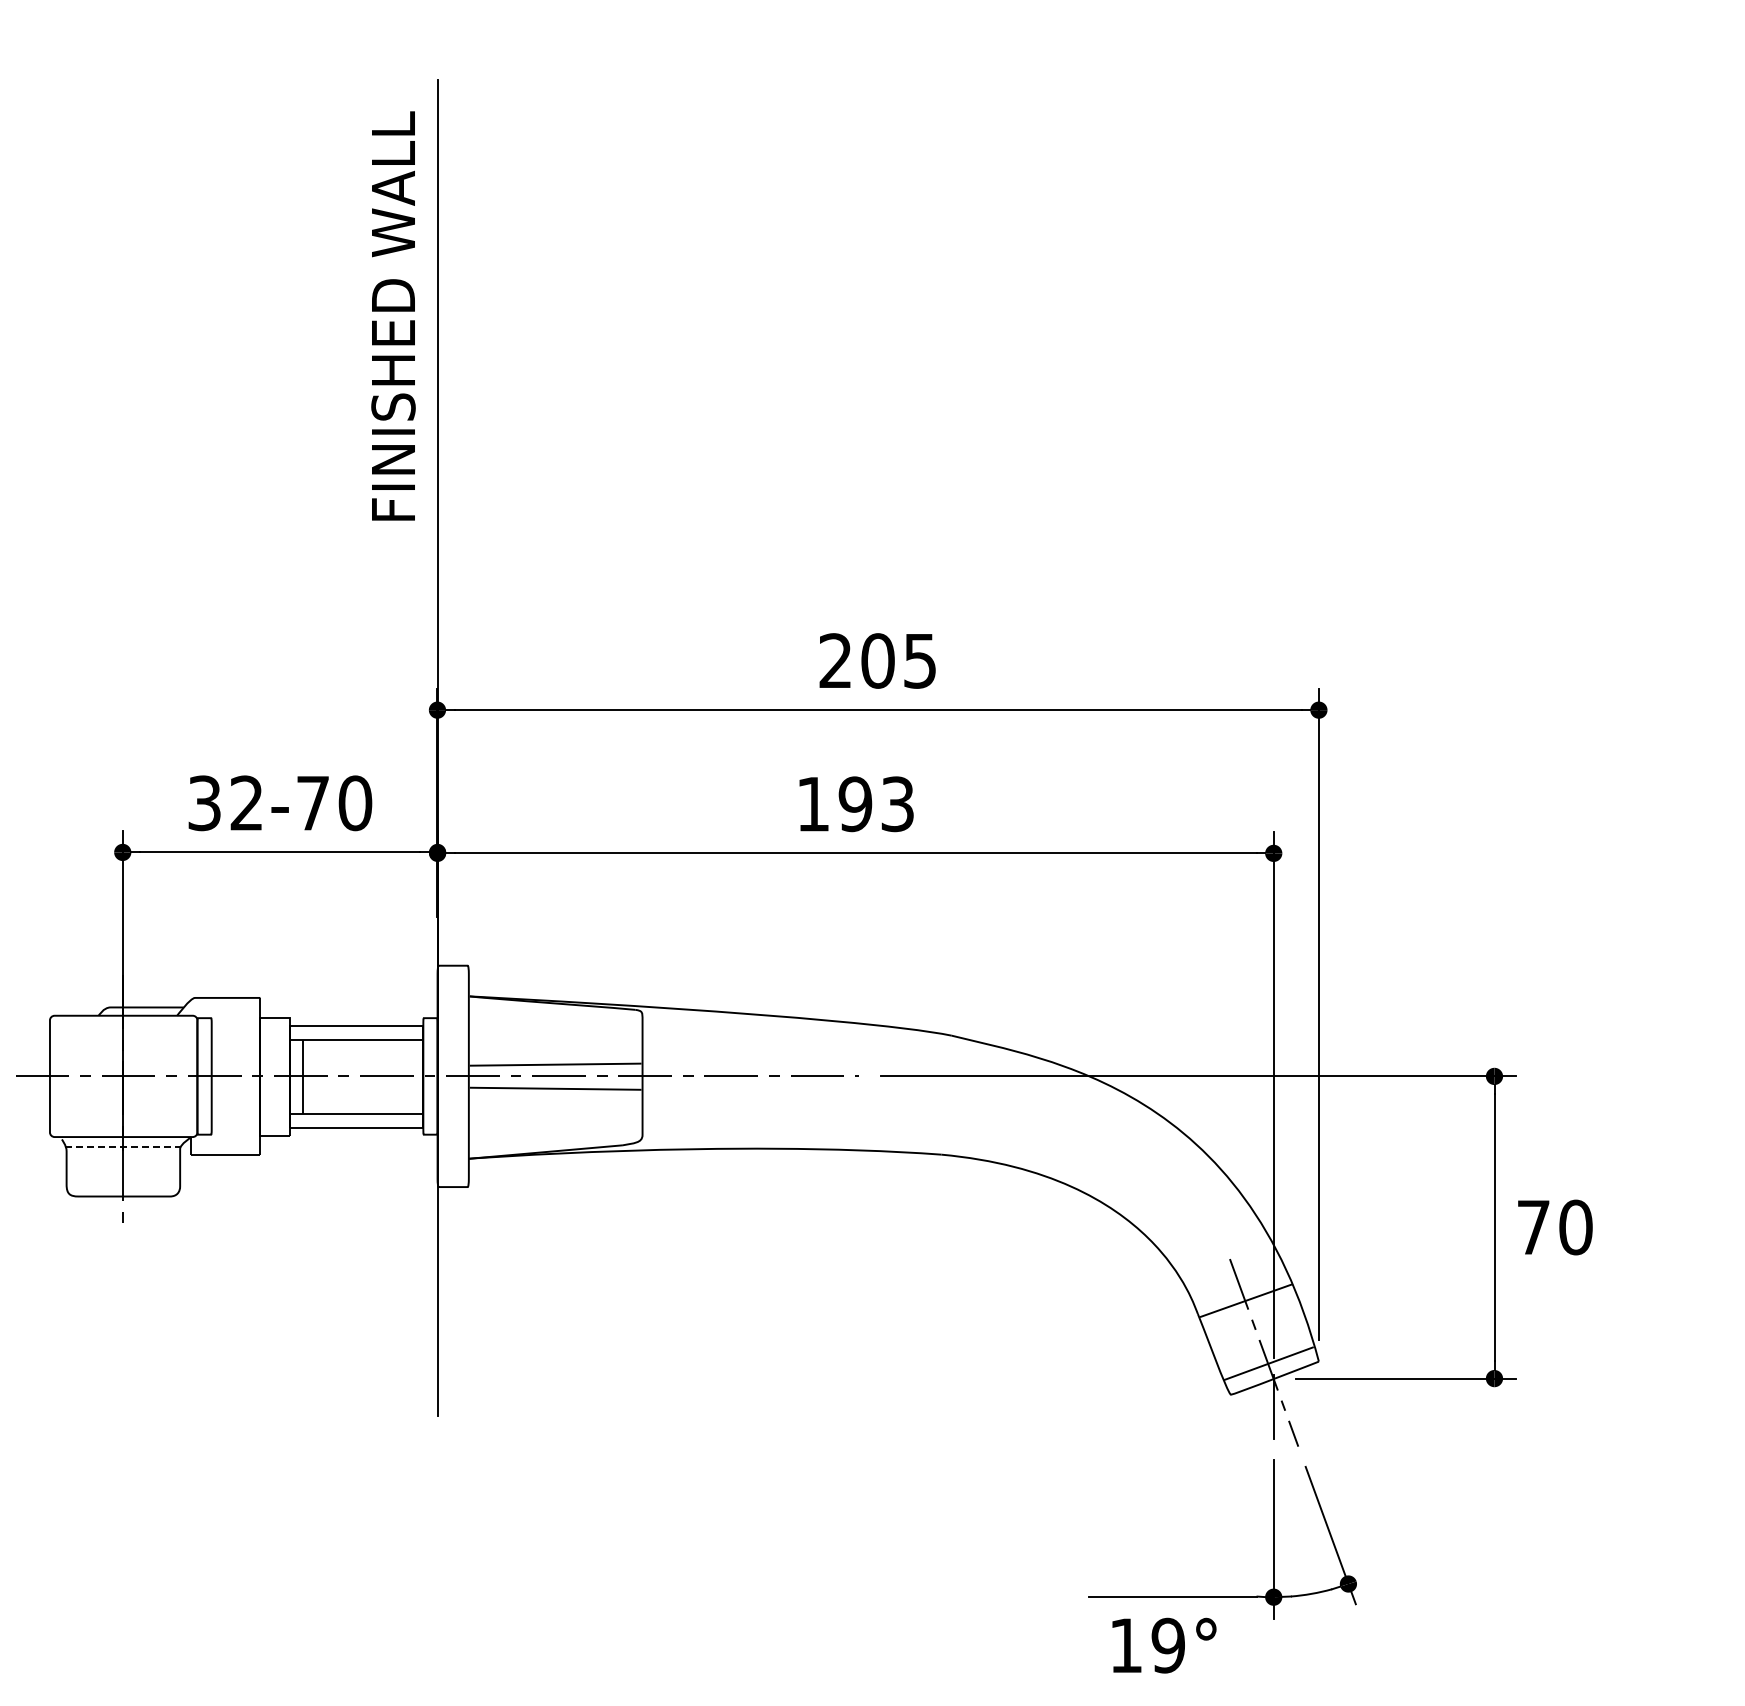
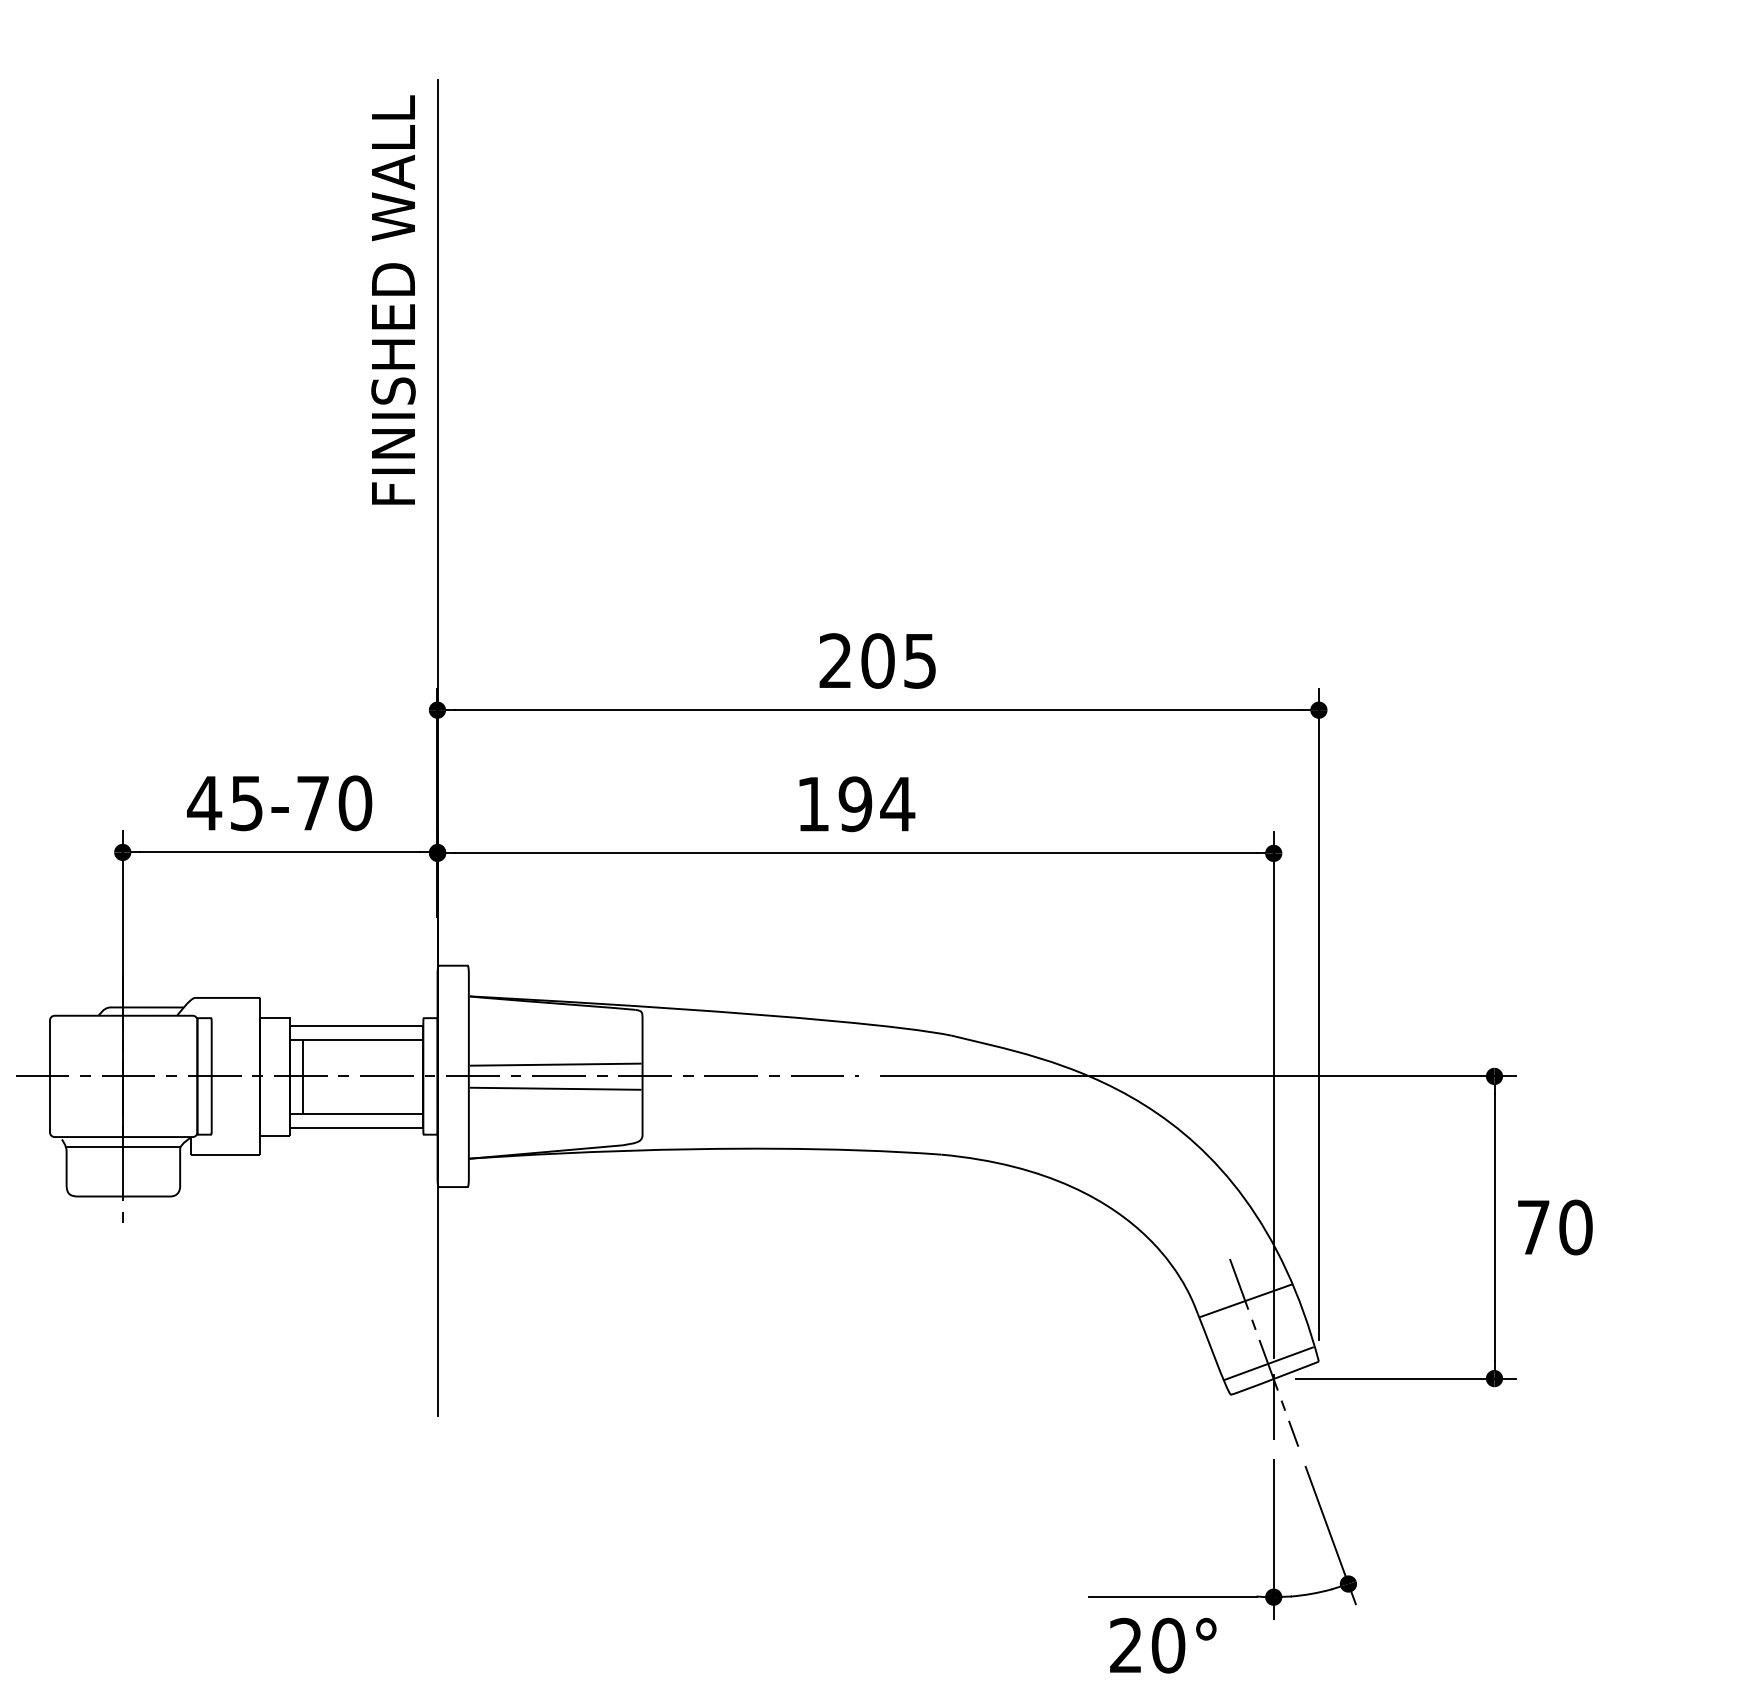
text at (393, 315) position: (393, 315) -> (393, 299)
text at (224, 803): 32-70 -> 45-70
text at (897, 804): 193 -> 194
line at (123, 1146): dashed -> solid
text at (1147, 1645): 19° -> 20°
